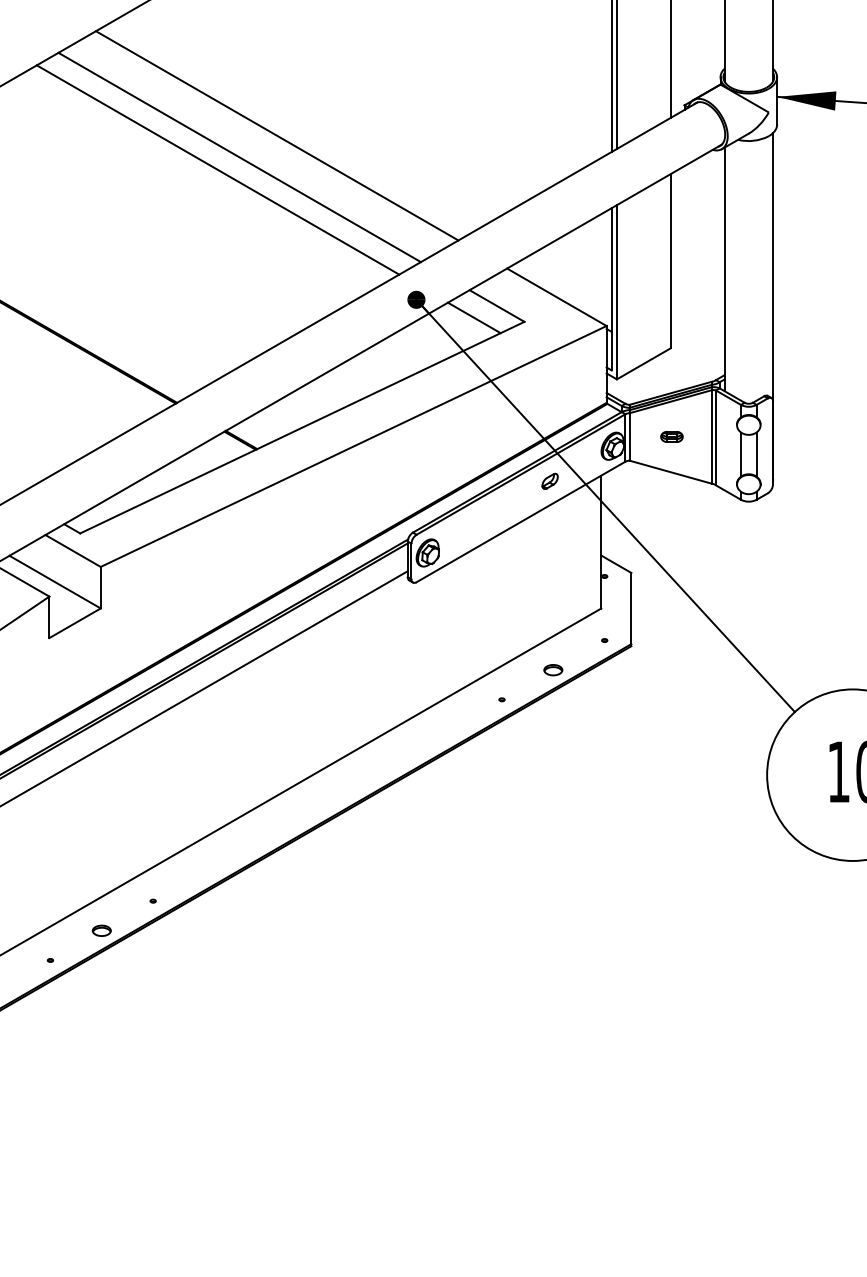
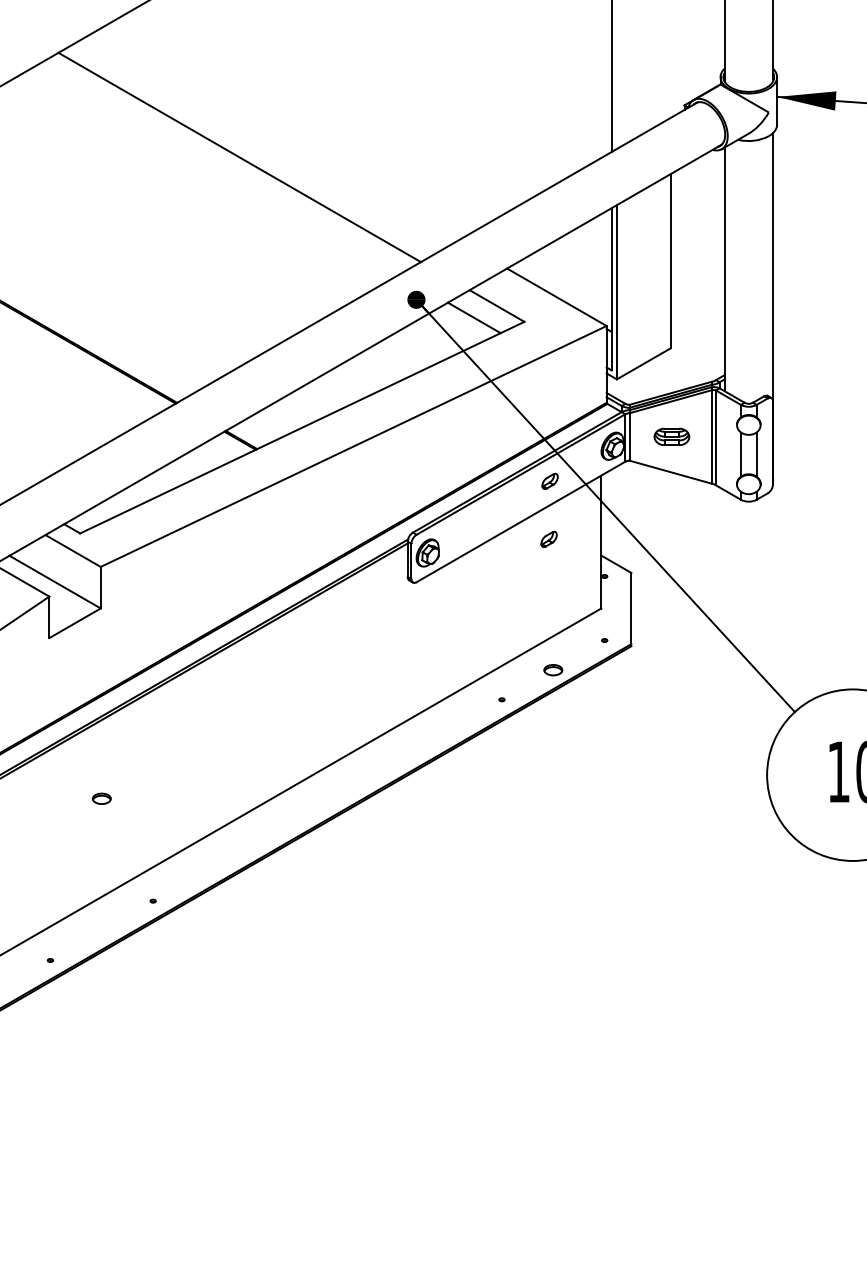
line at (670, 59): present -> none
line at (616, 75): present -> none
line at (276, 135): present -> none
line at (217, 169): present -> none
part at (671, 436) size: 24x12 px -> 38x19 px
part at (548, 538): none -> present
line at (204, 688): present -> none
part at (101, 930) position: (101, 930) -> (101, 798)
